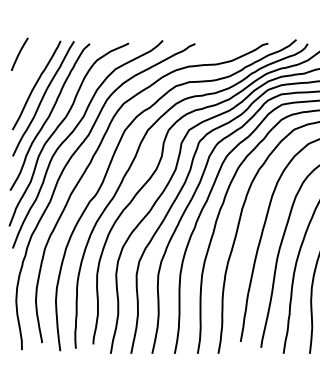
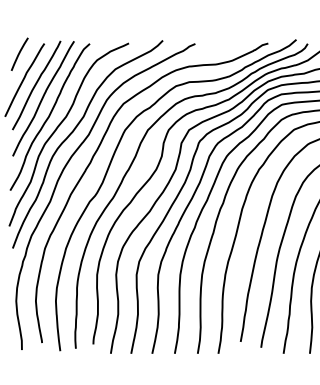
curve at (24, 79): none -> present
